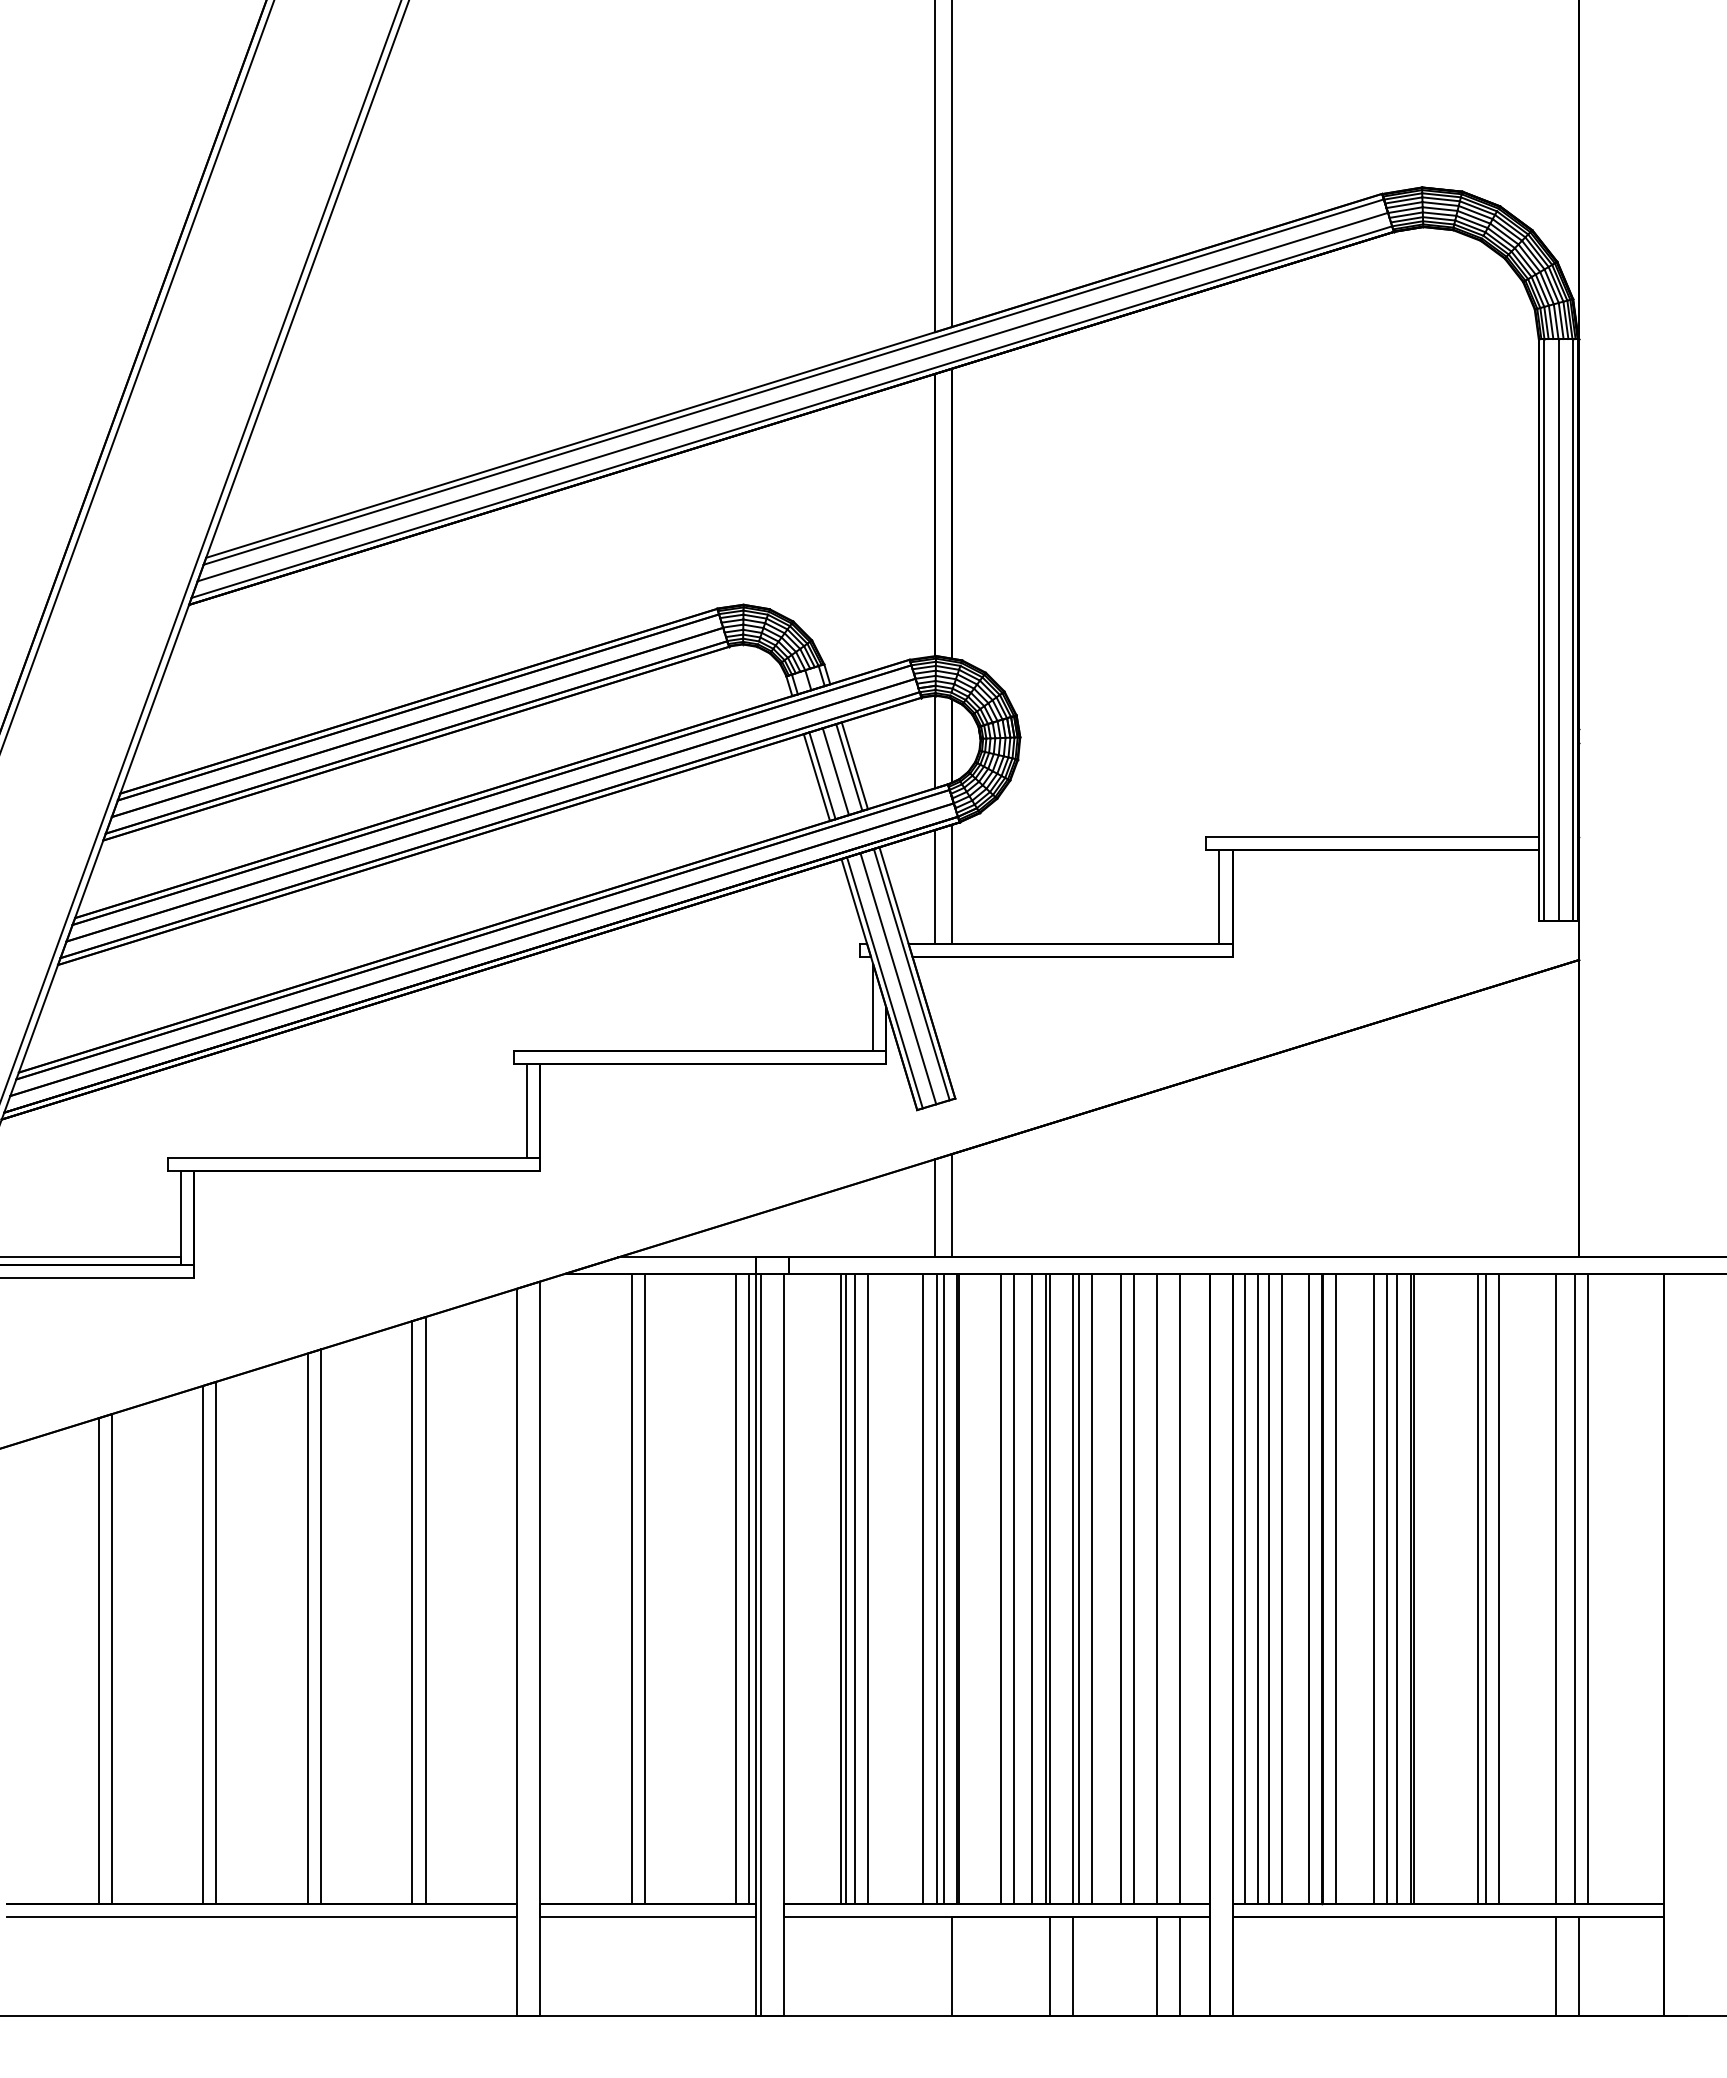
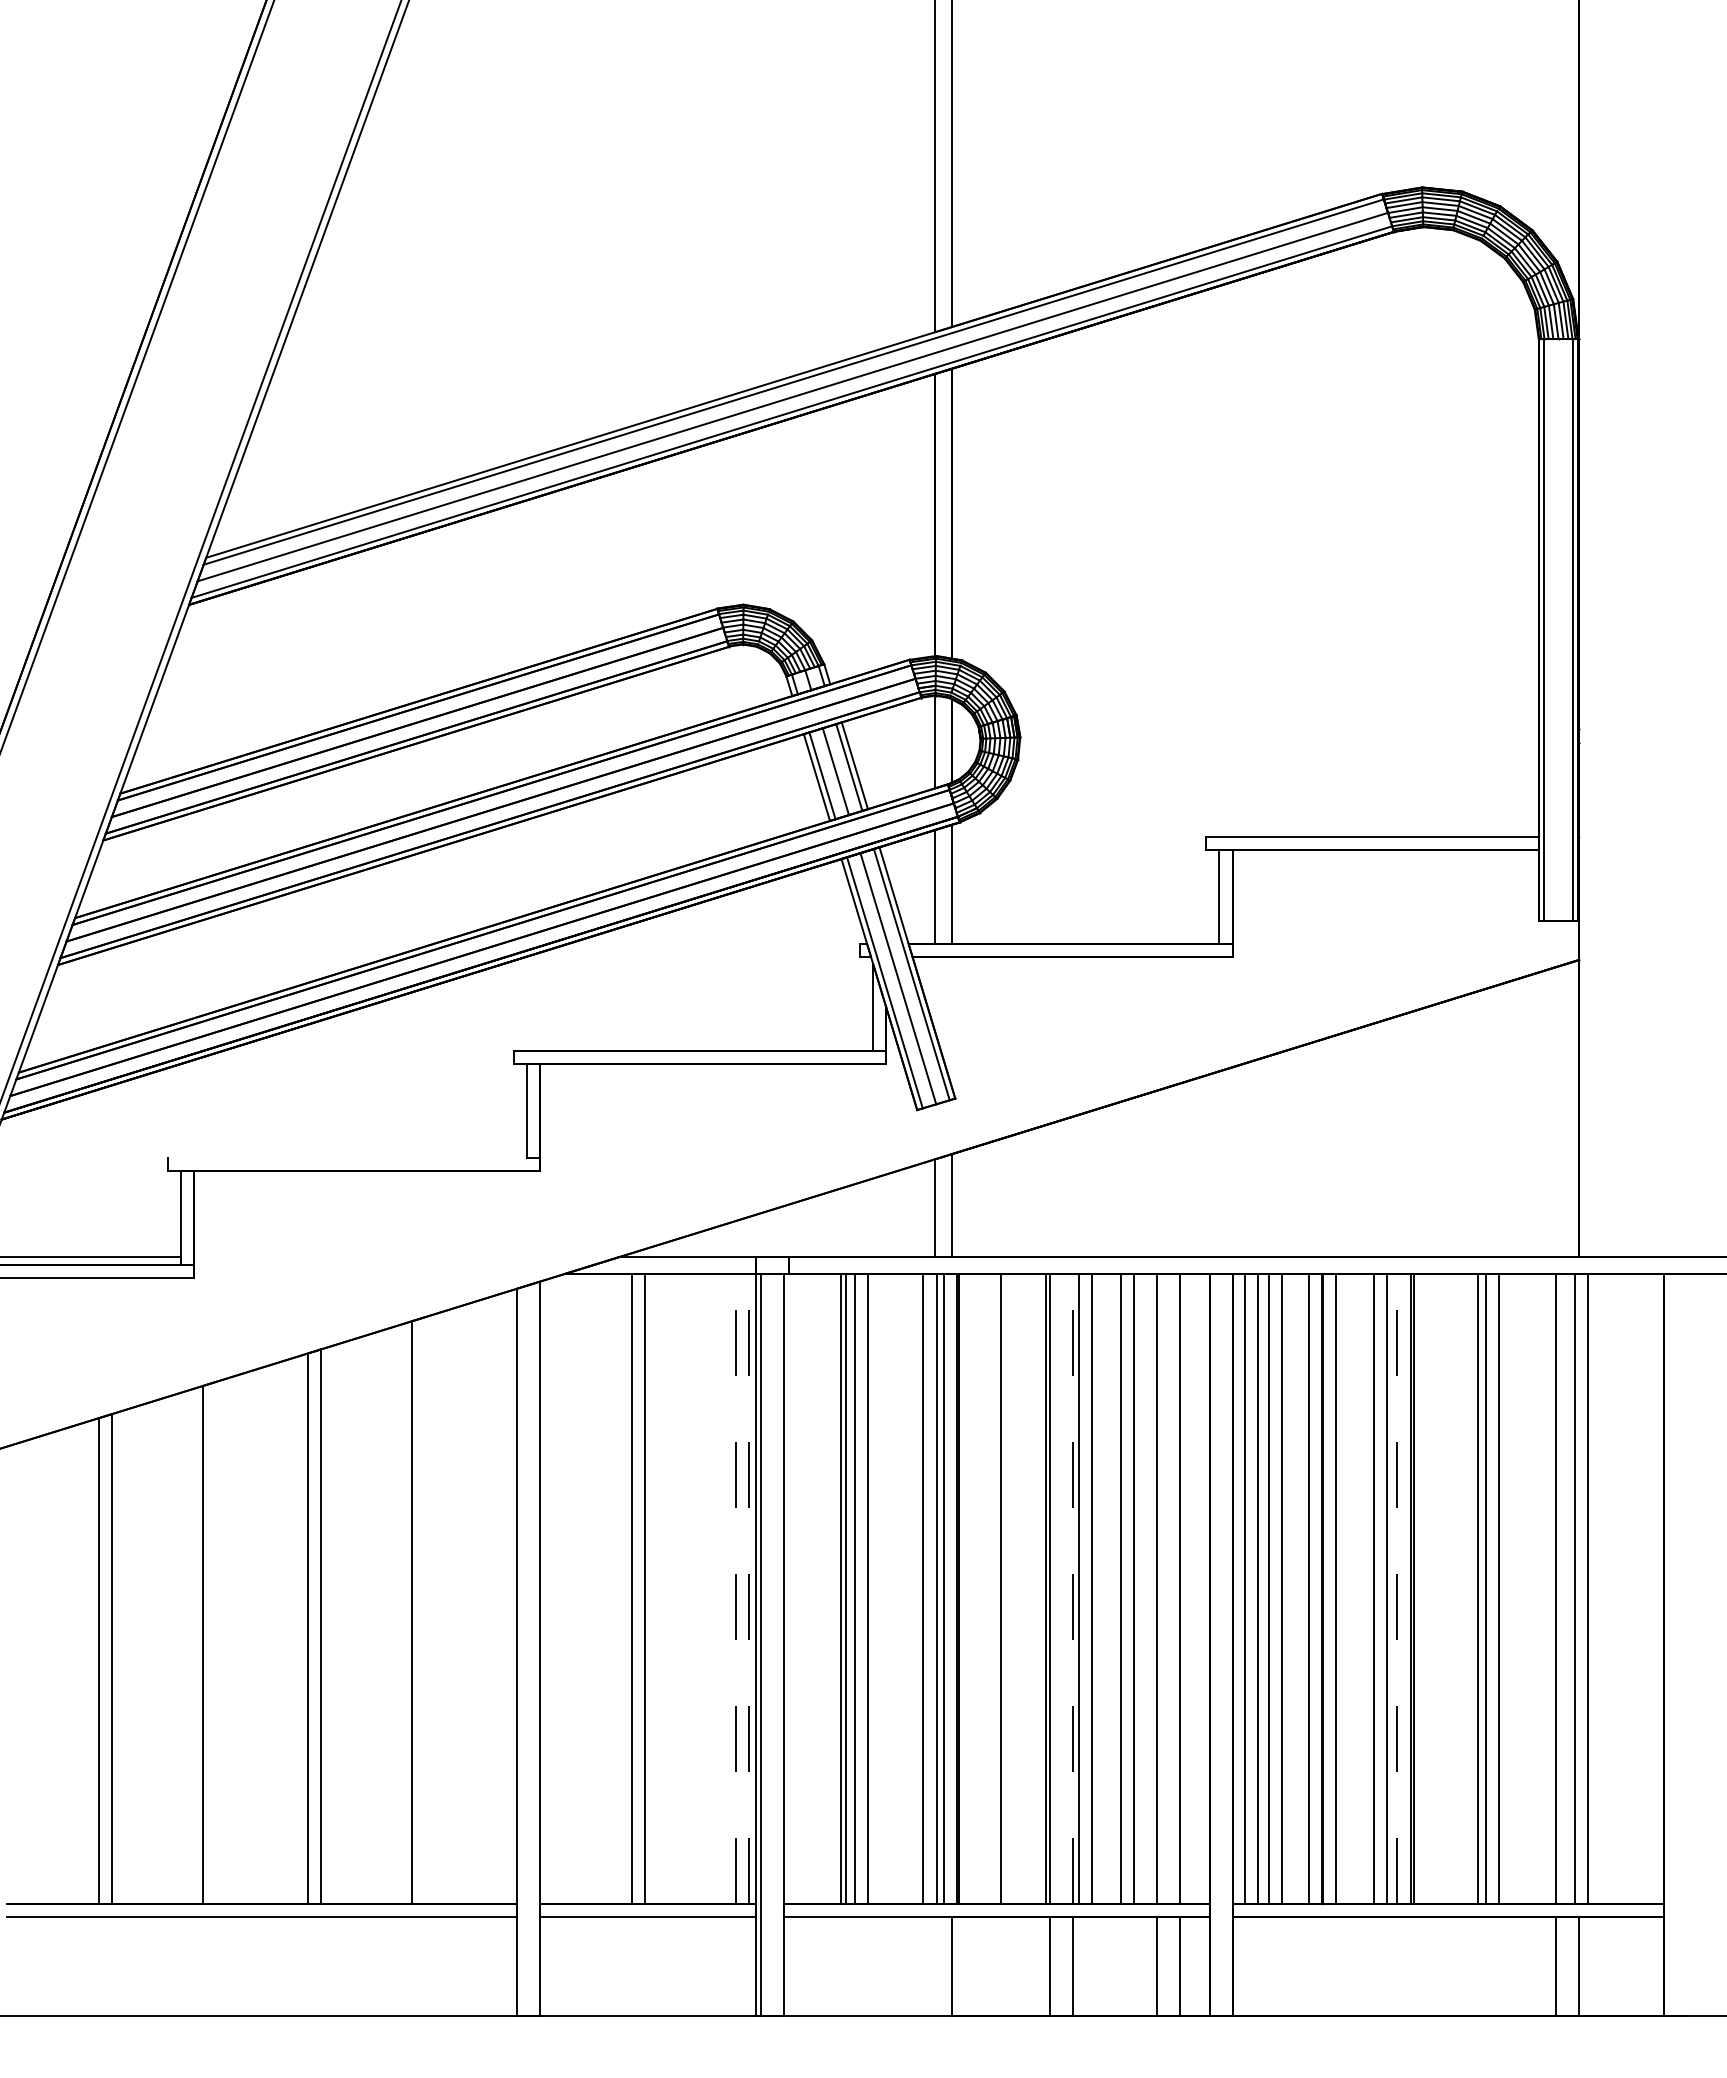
line at (1558, 629): present -> none
line at (353, 1157): present -> none
line at (736, 1588): solid -> dashed
line at (749, 1588): solid -> dashed
line at (1014, 1588): present -> none
line at (1032, 1588): present -> none
line at (1073, 1588): solid -> dashed
line at (1397, 1588): solid -> dashed
line at (425, 1610): present -> none
line at (216, 1642): present -> none
